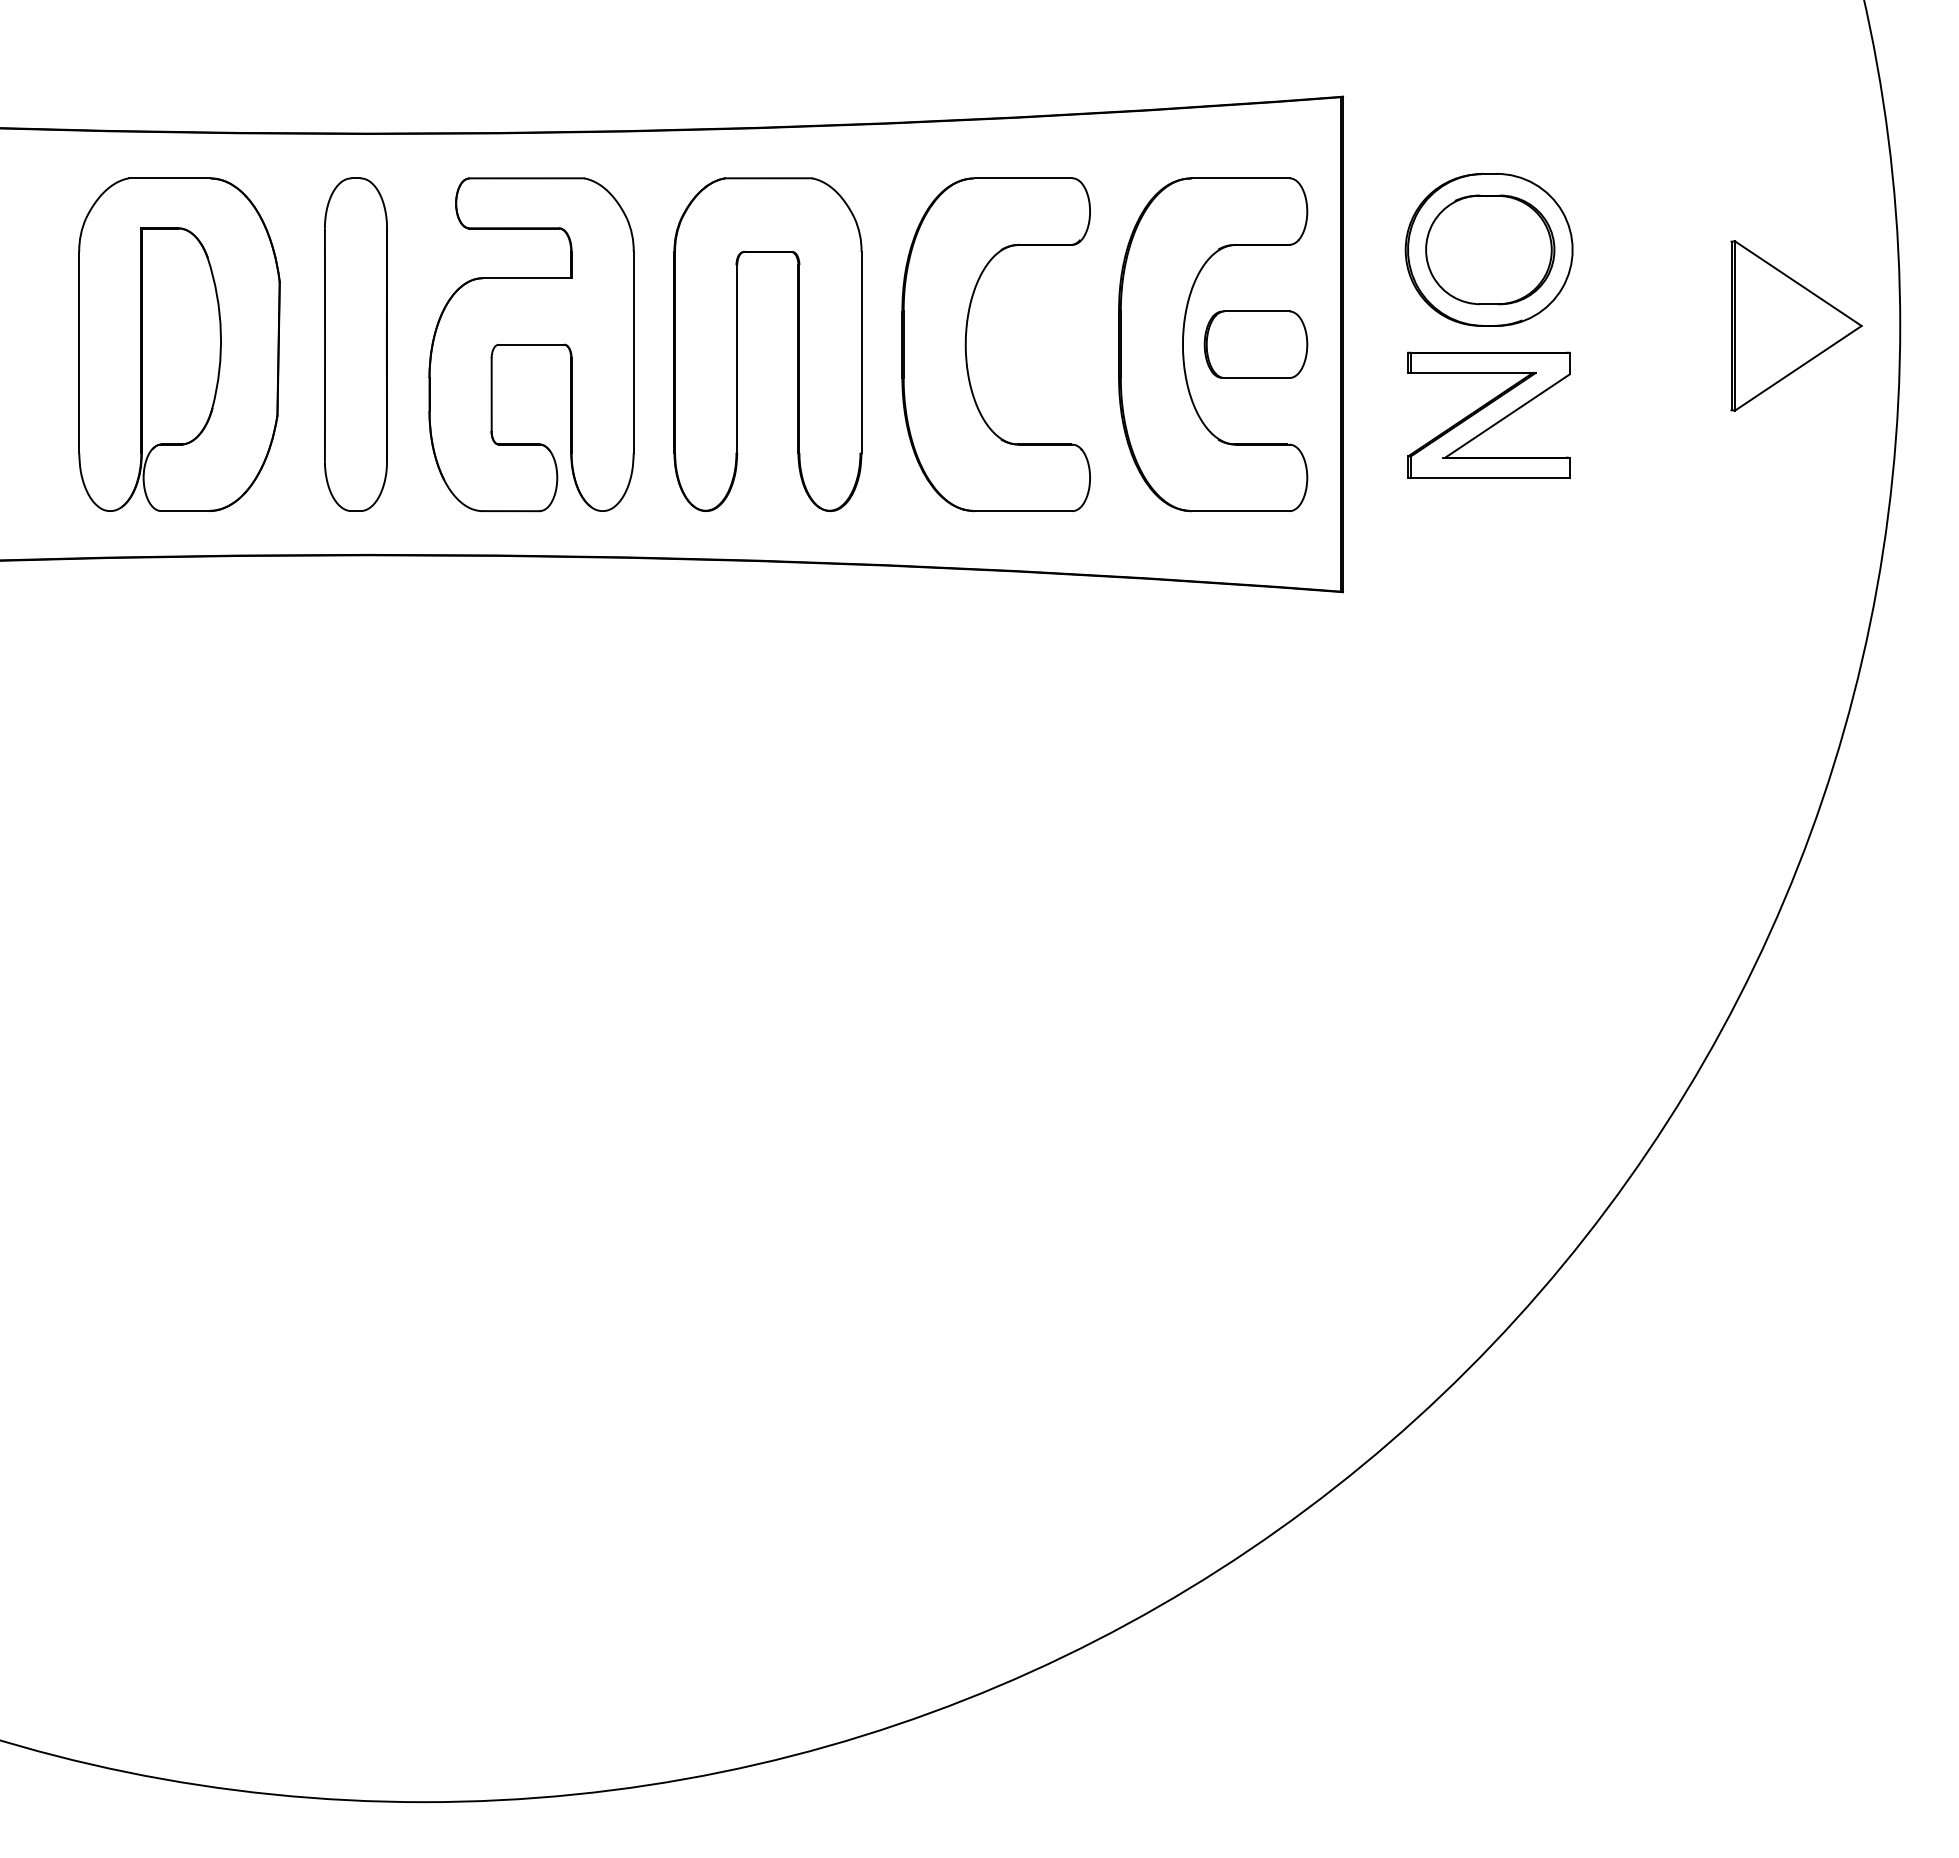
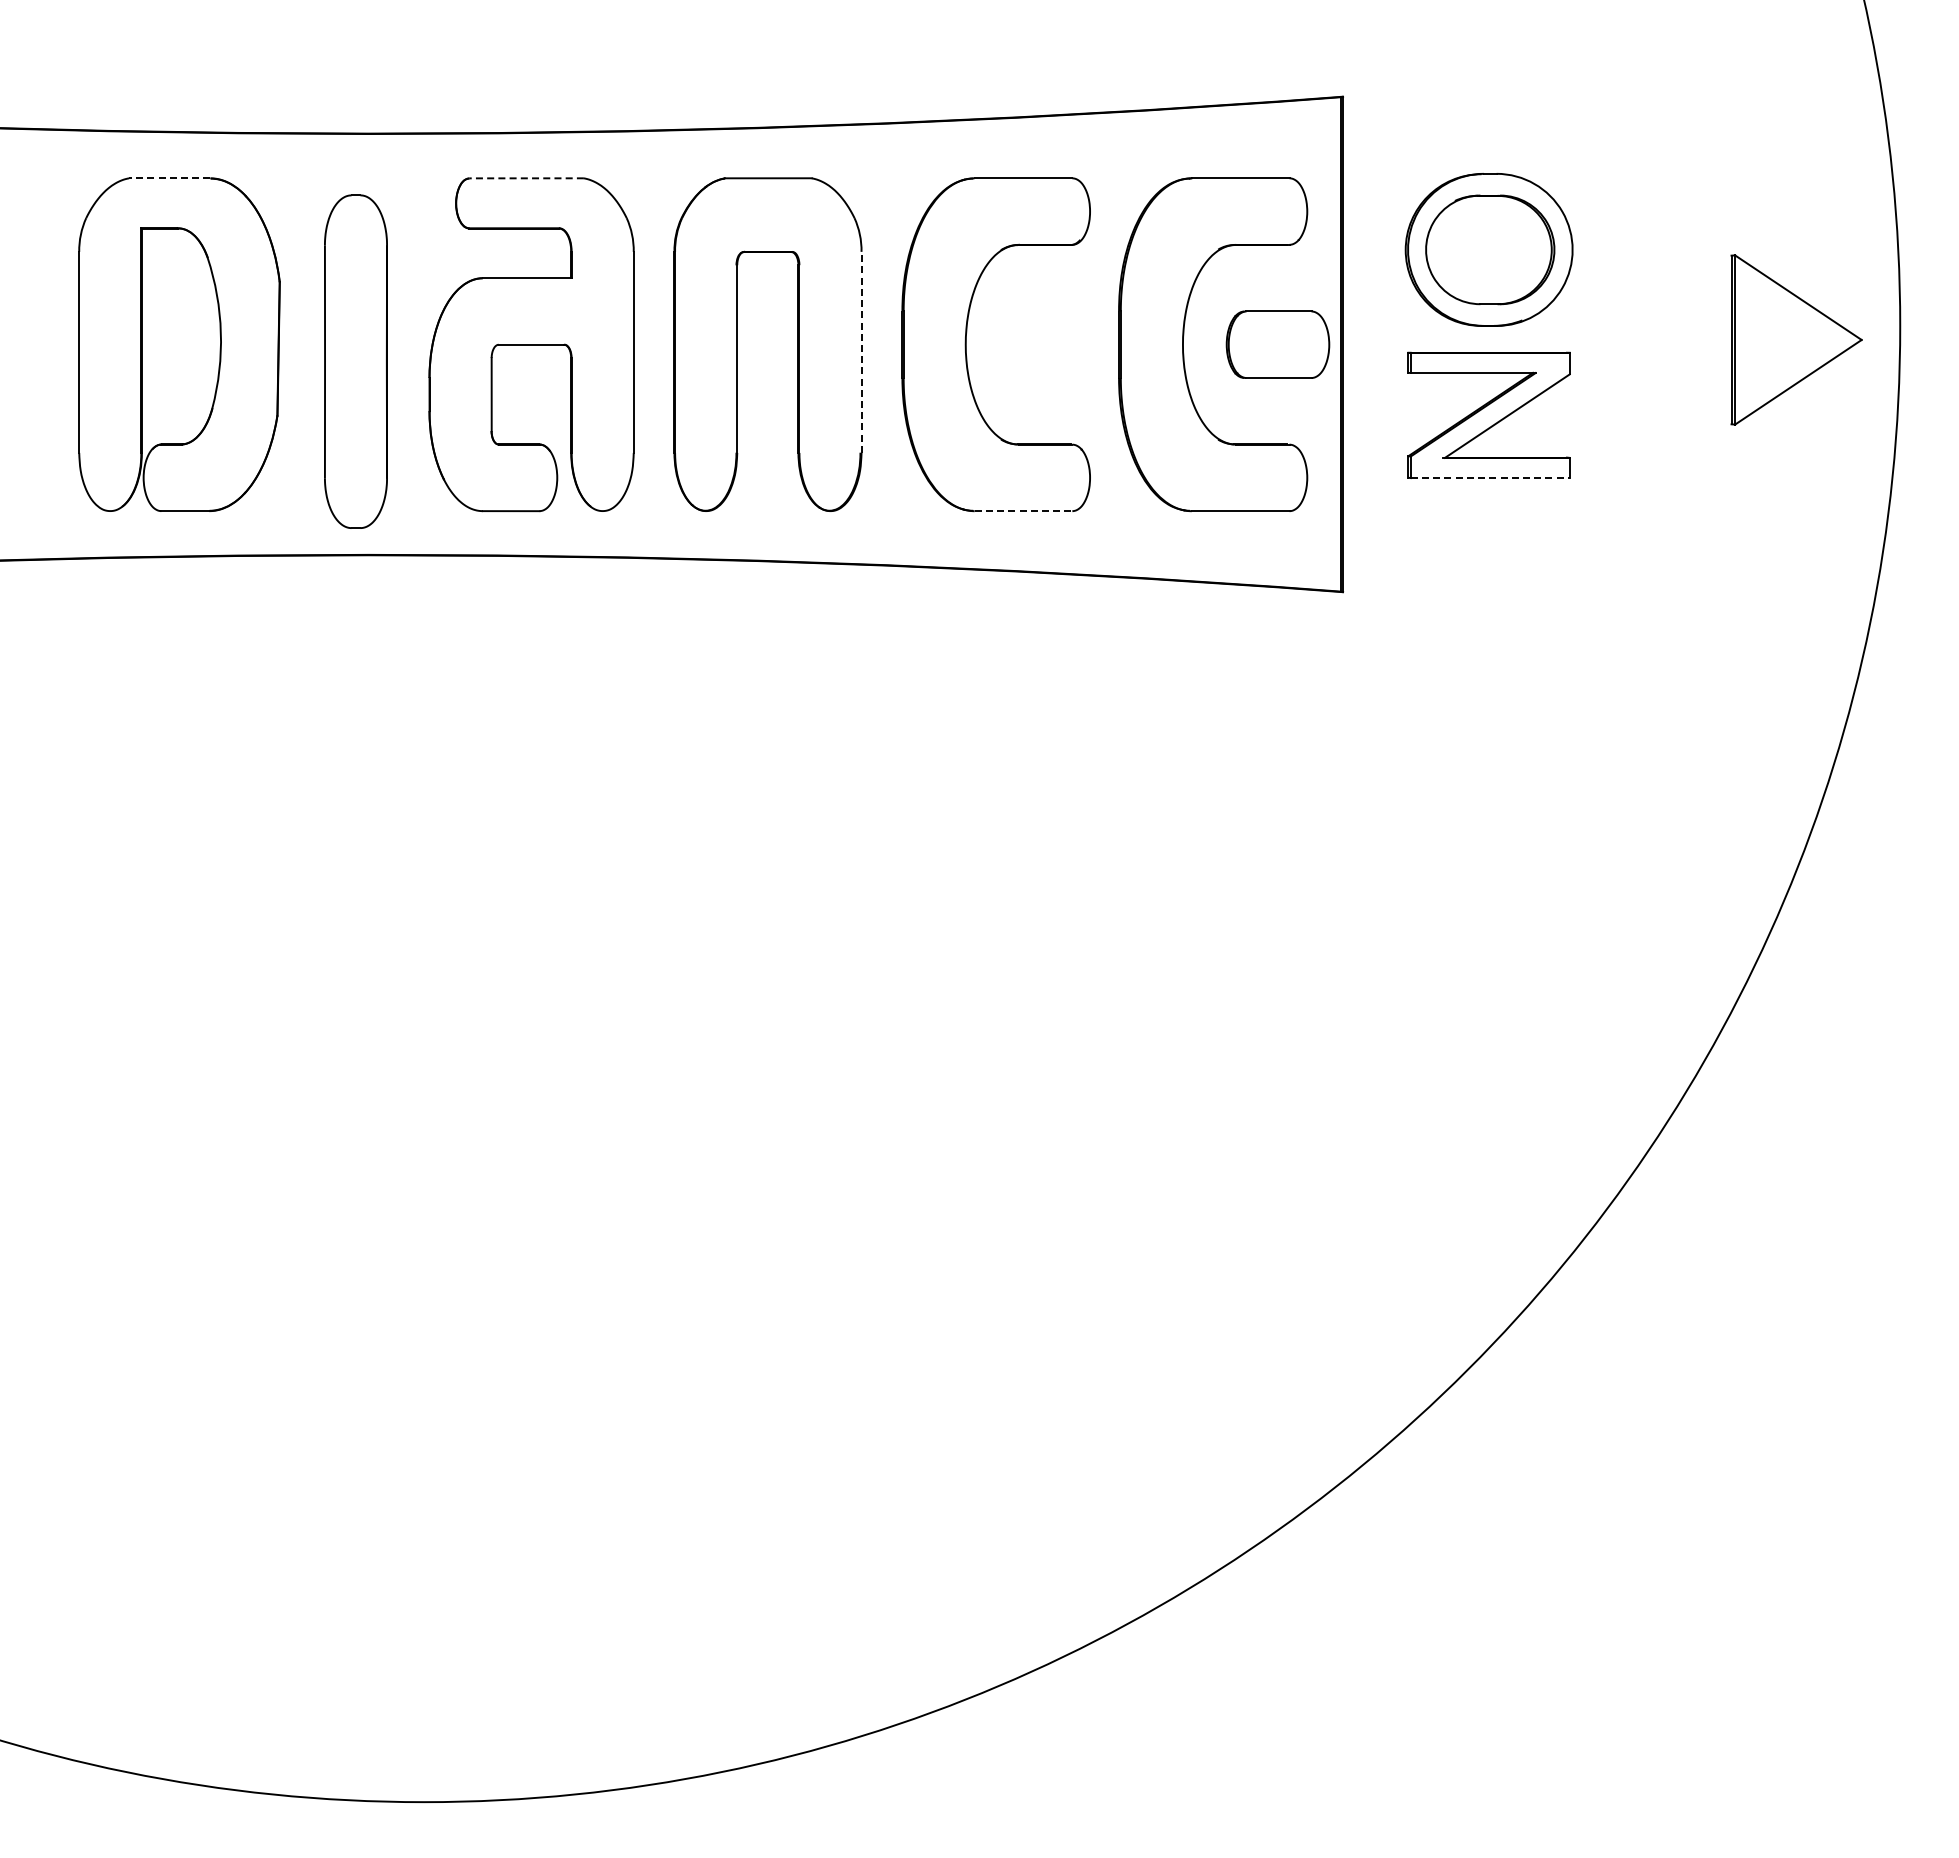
line at (169, 178): solid -> dashed
line at (526, 178): solid -> dashed
part at (1796, 325) position: (1796, 325) -> (1796, 339)
part at (355, 344) position: (355, 344) -> (355, 361)
part at (1255, 344) position: (1255, 344) -> (1277, 344)
line at (861, 352): solid -> dashed
line at (1490, 478): solid -> dashed
line at (1023, 511): solid -> dashed
